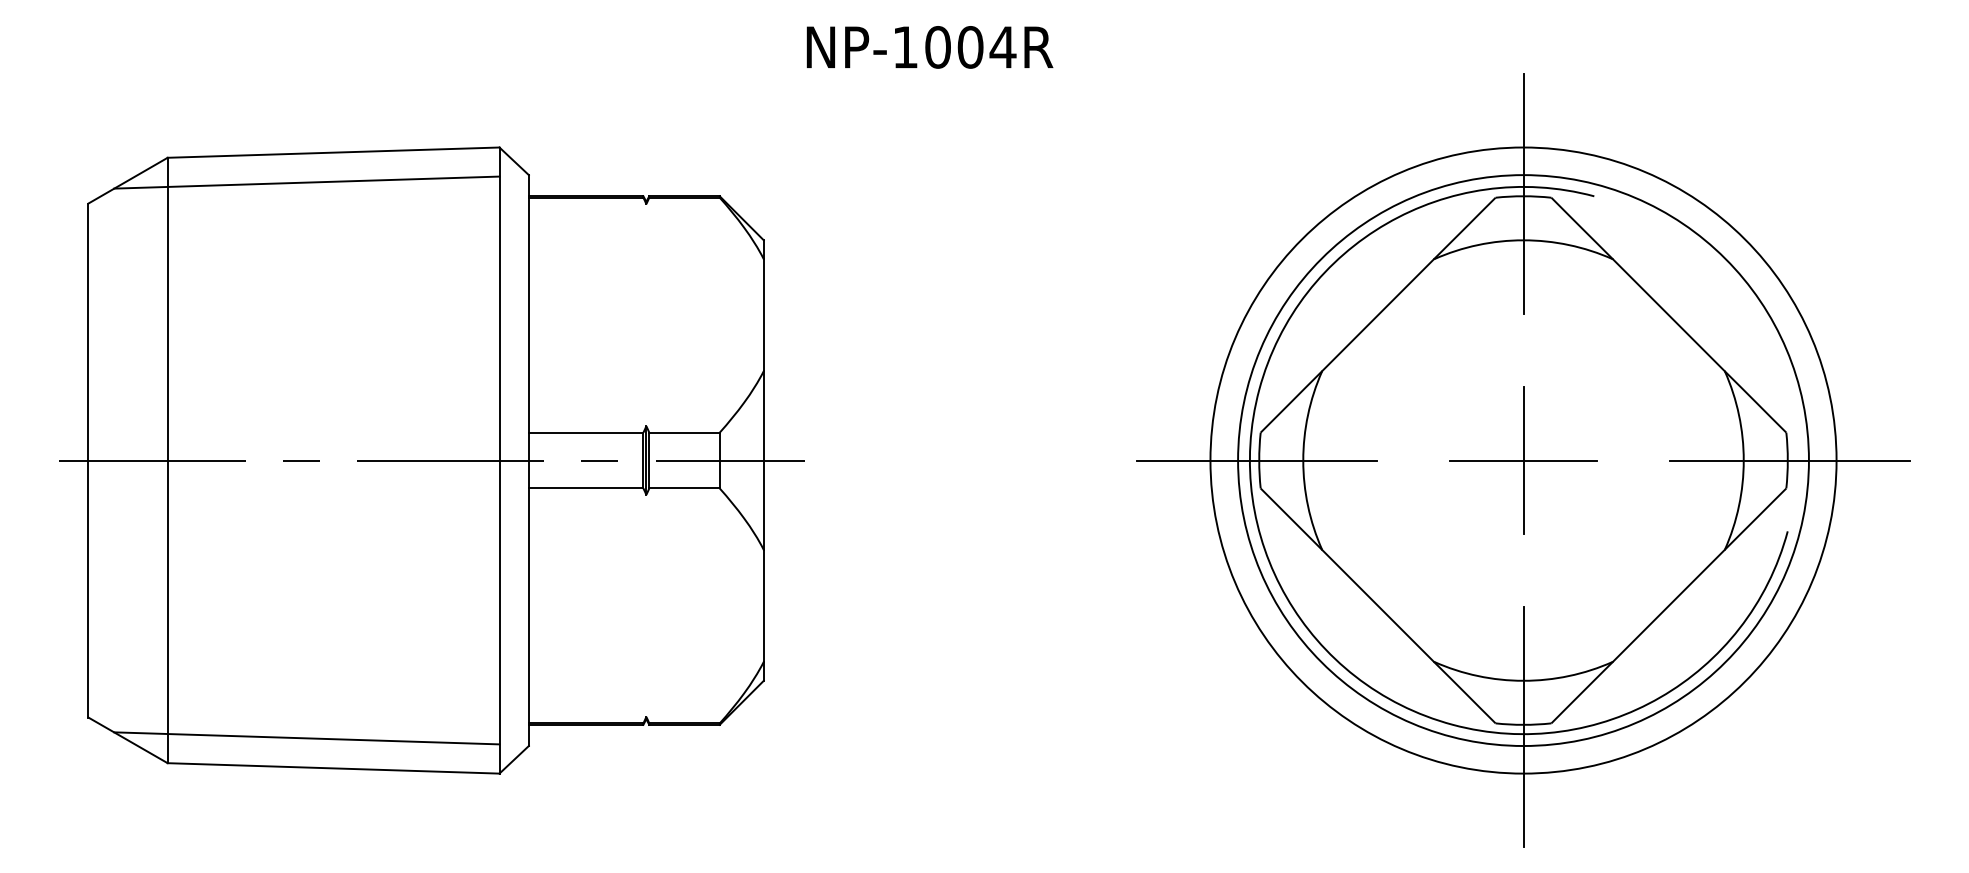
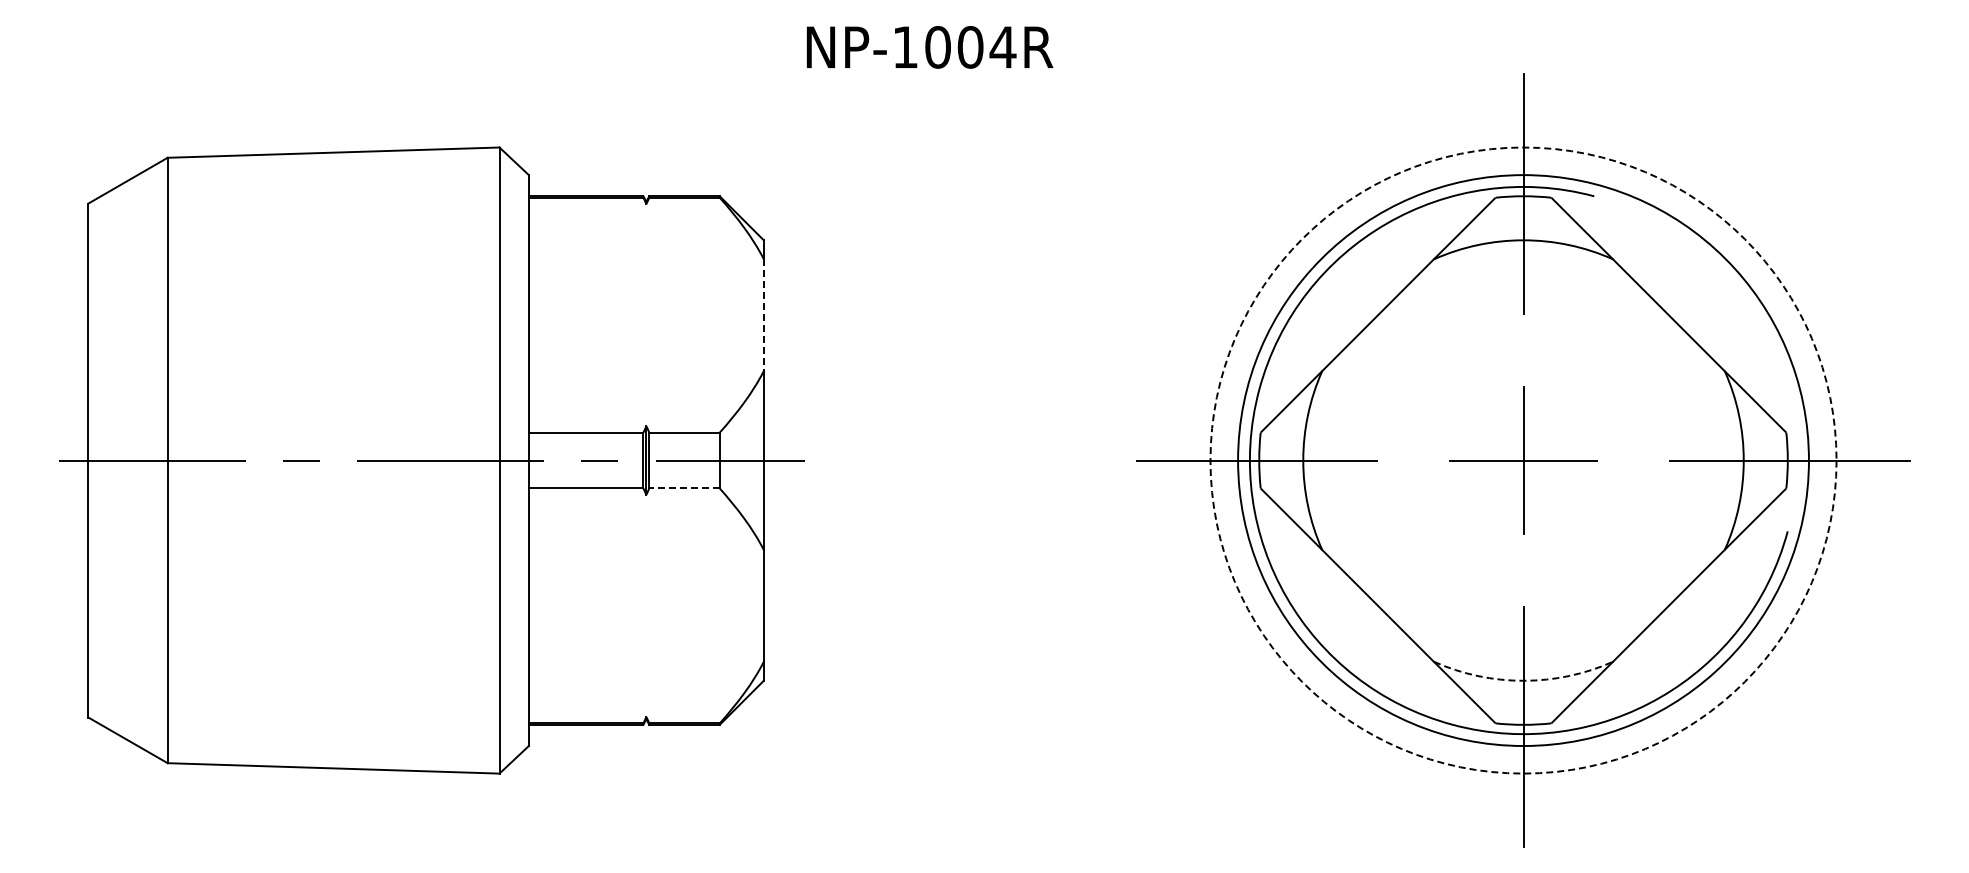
line at (306, 182): present -> none
line at (763, 315): solid -> dashed
circle at (1523, 460): solid -> dashed
line at (684, 488): solid -> dashed
arc at (1523, 680): solid -> dashed
line at (306, 738): present -> none
